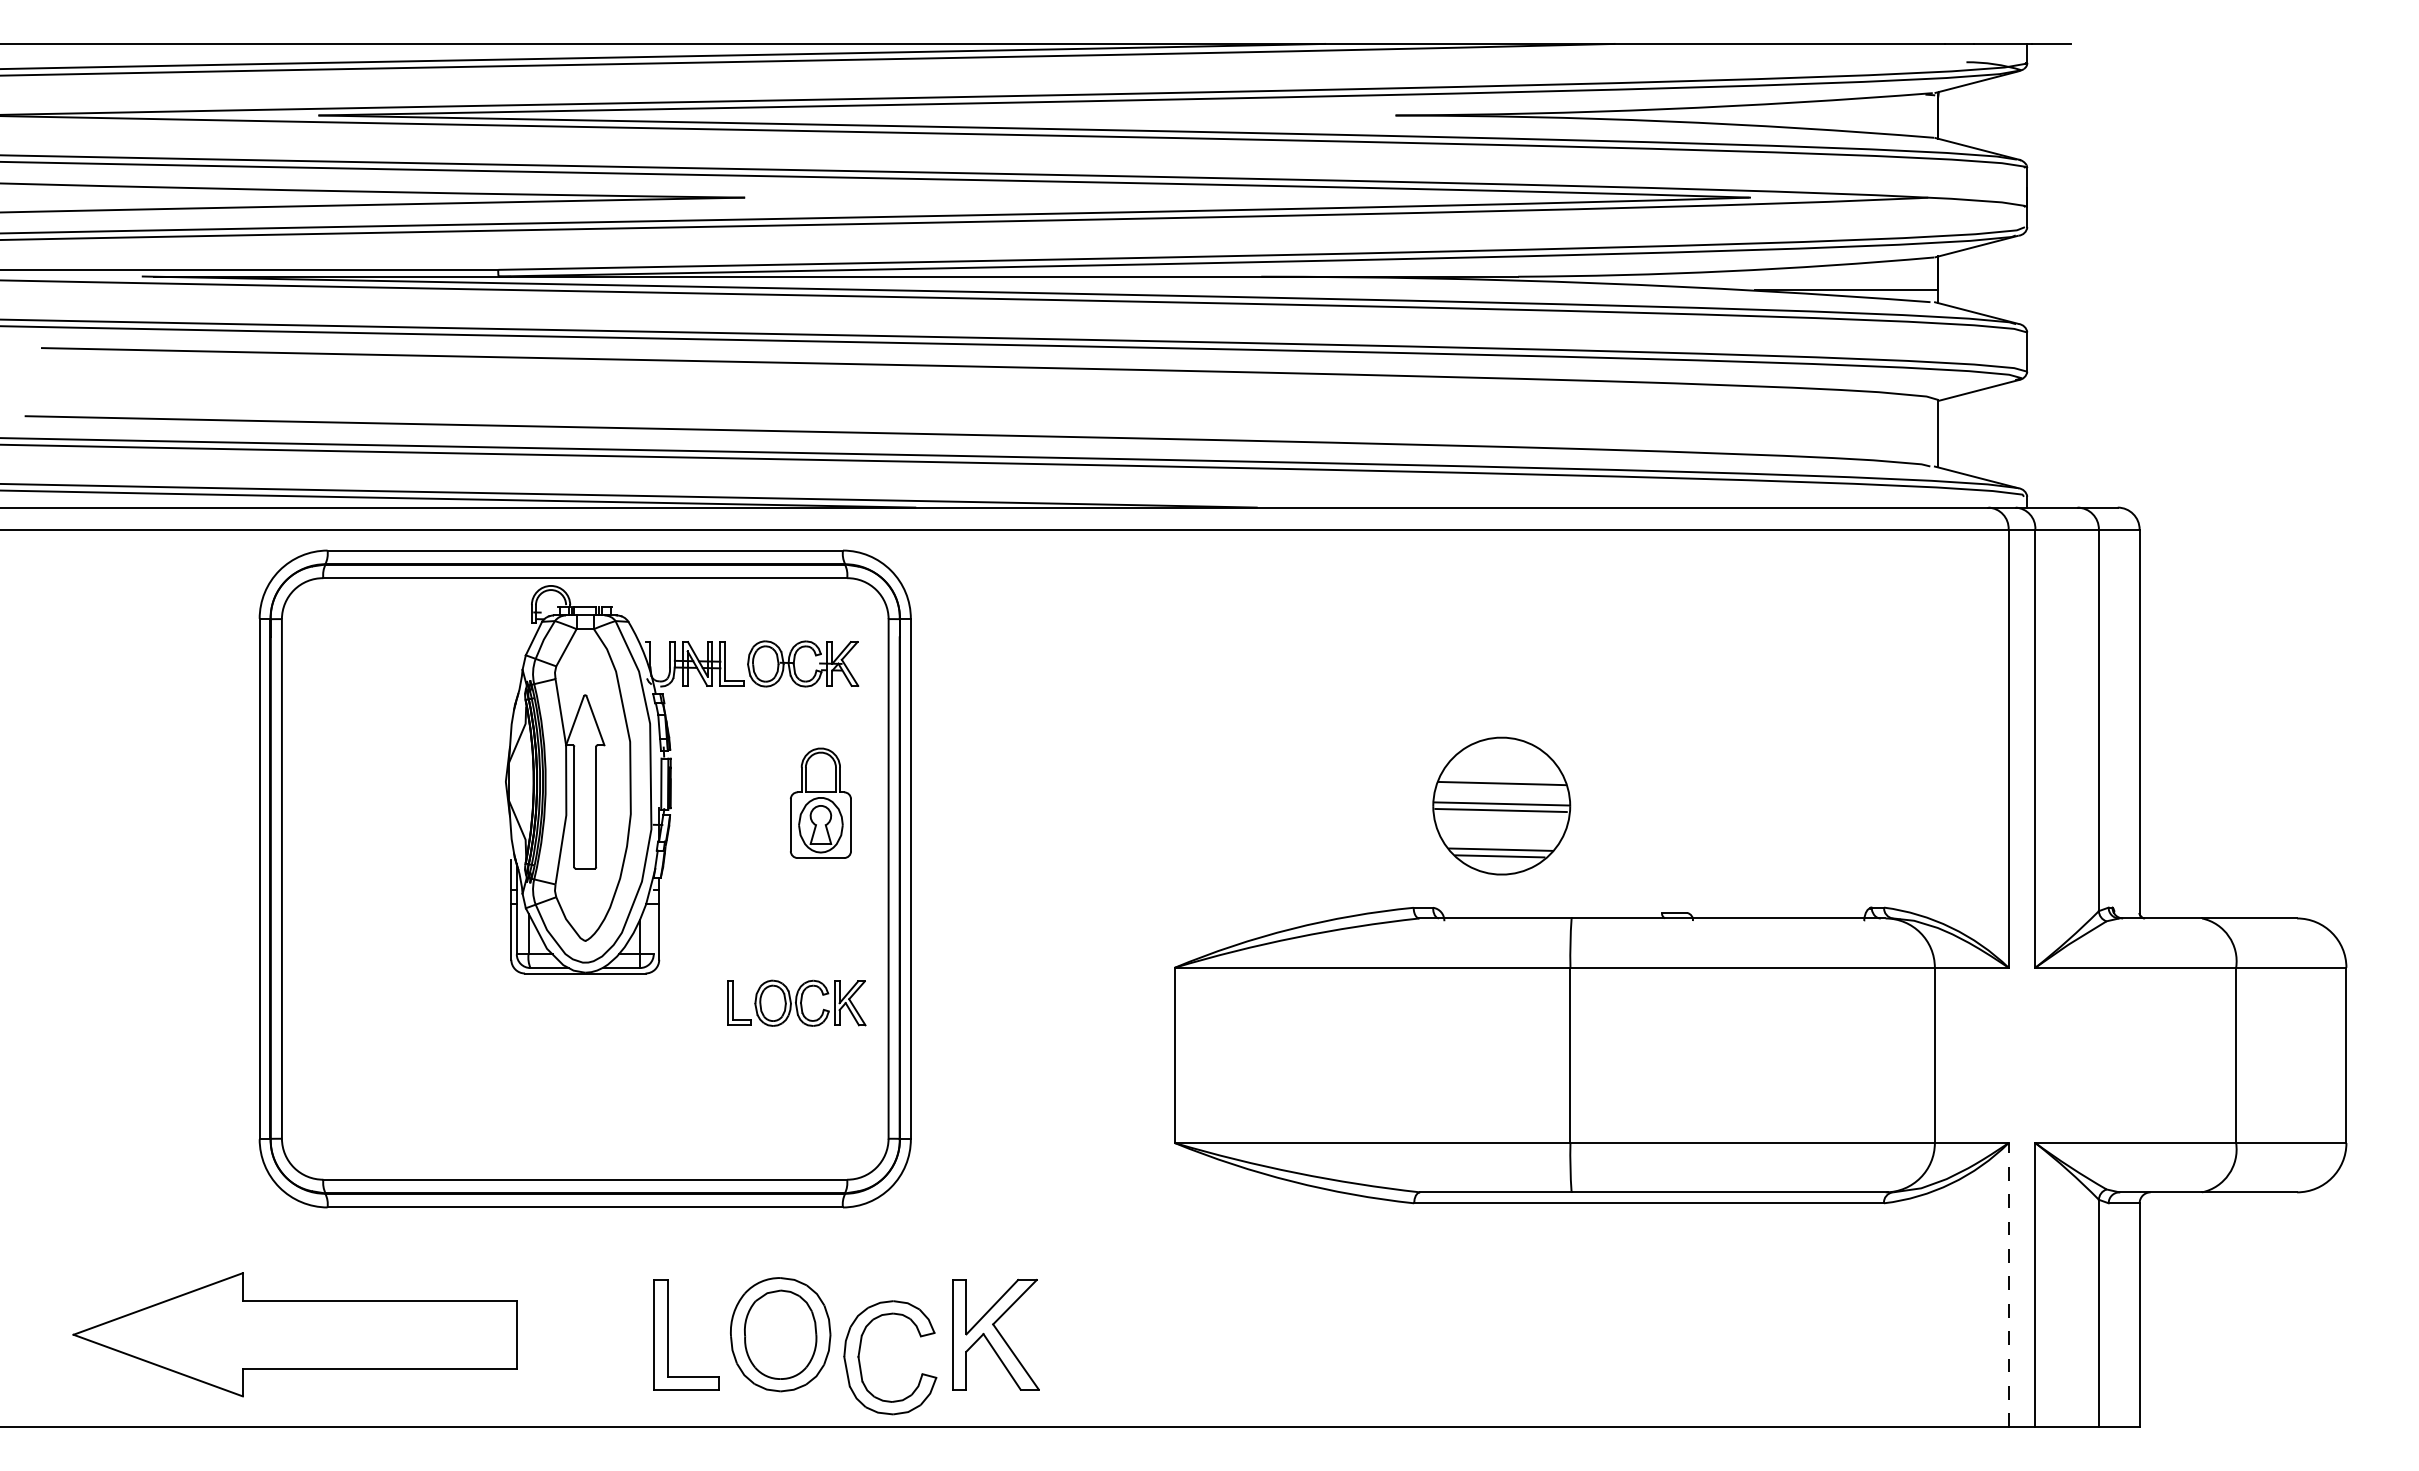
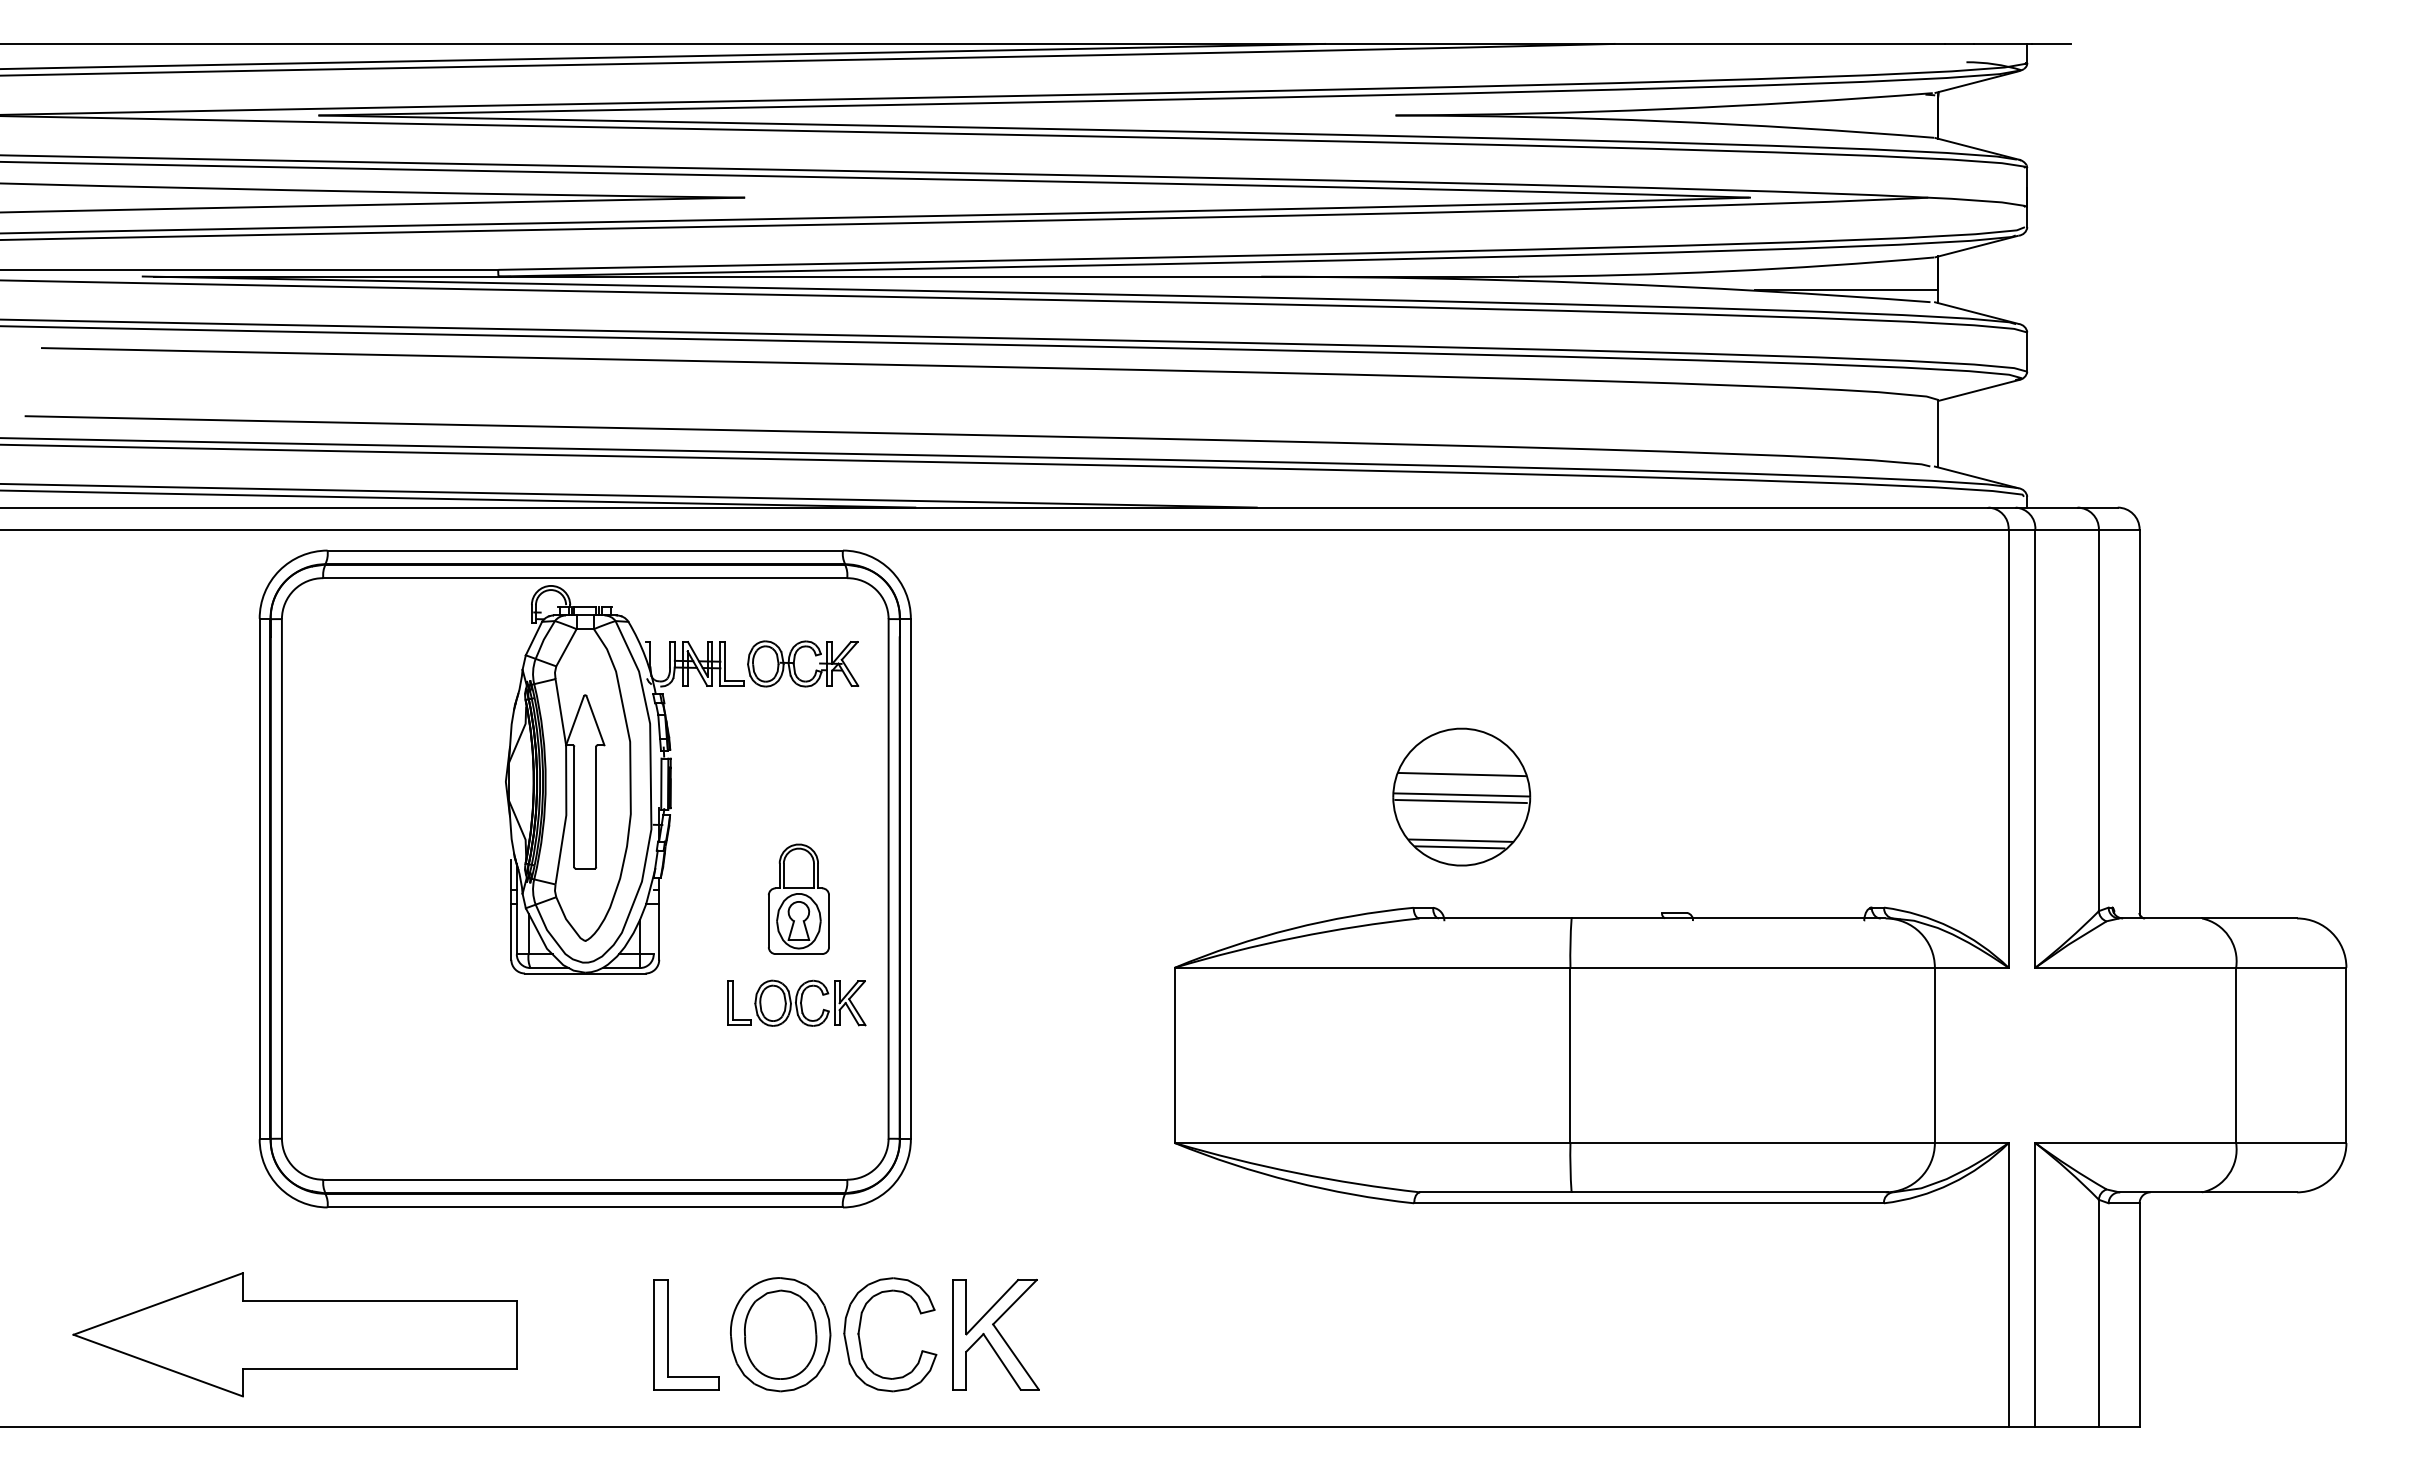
part at (820, 802) position: (820, 802) -> (798, 898)
part at (1501, 805) position: (1501, 805) -> (1461, 796)
line at (2008, 1284): dashed -> solid
part at (860, 1361) position: (860, 1361) -> (860, 1338)
